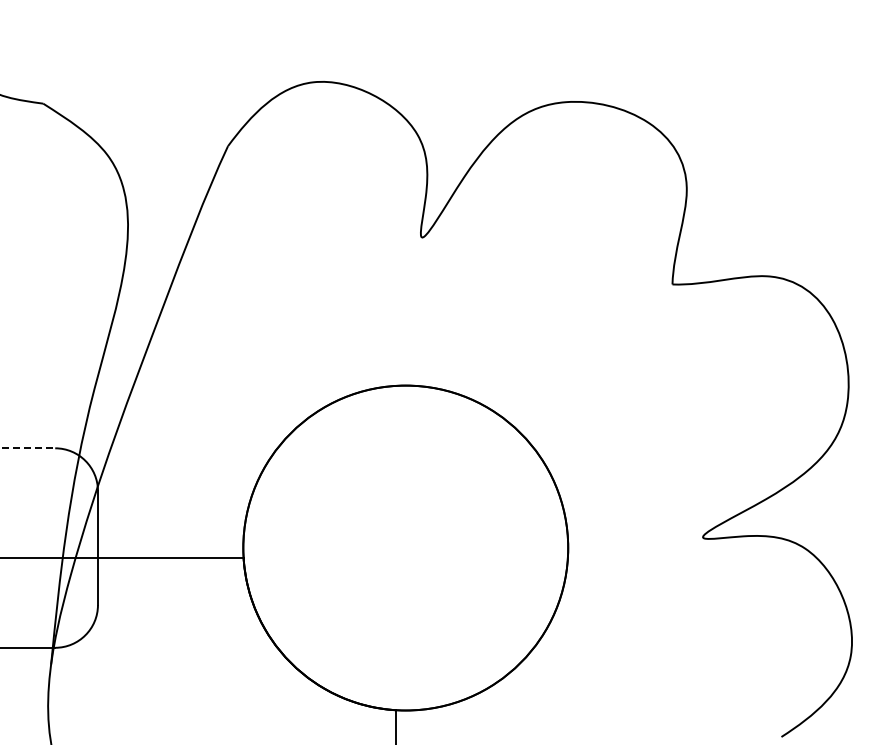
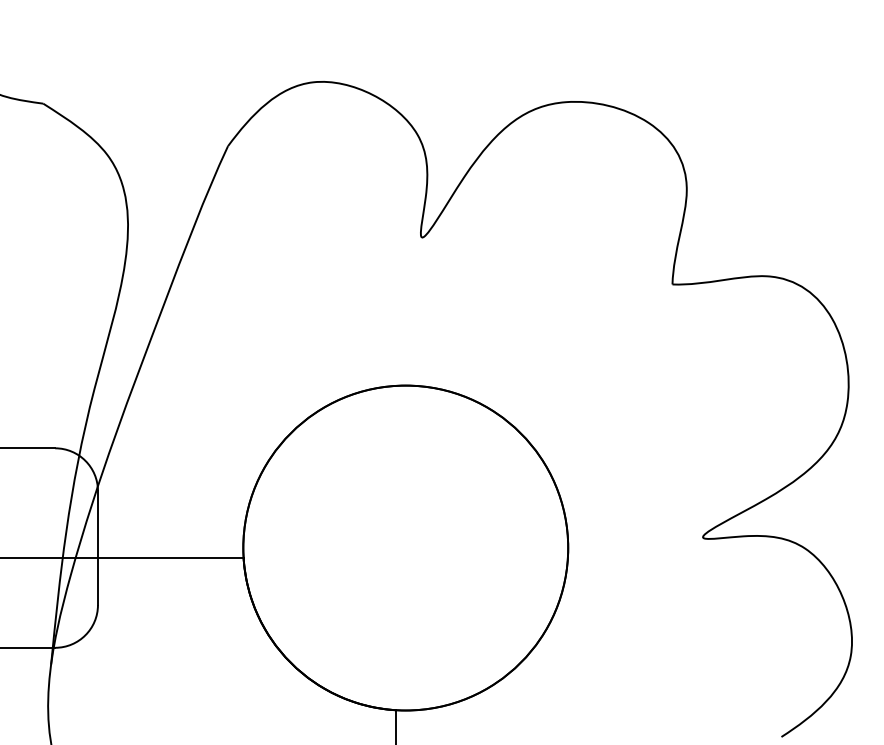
line at (28, 448): dashed -> solid
